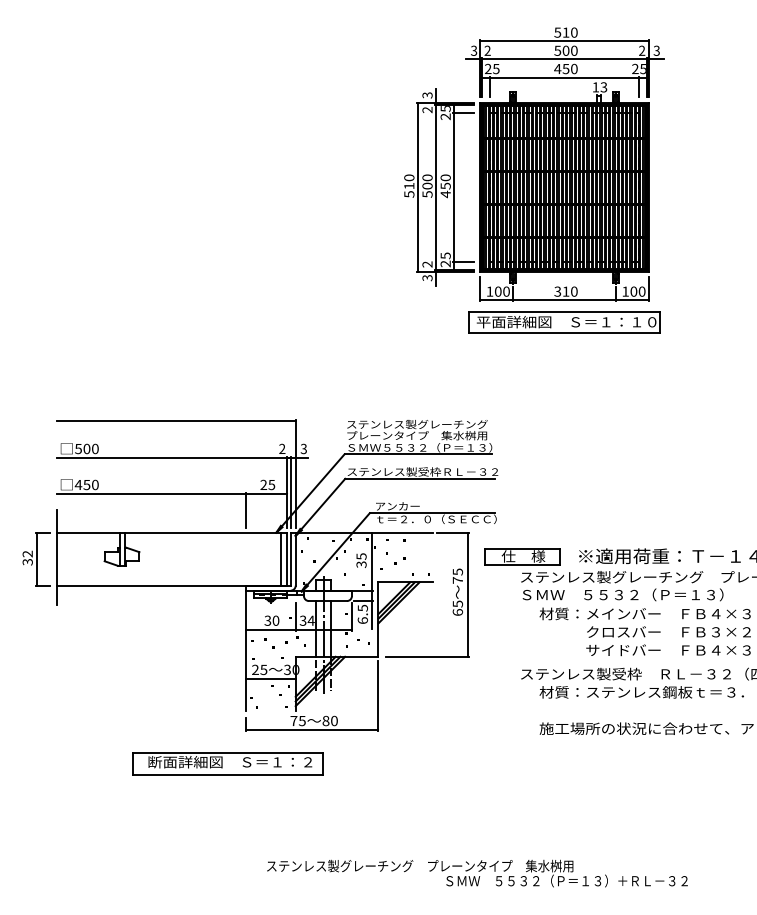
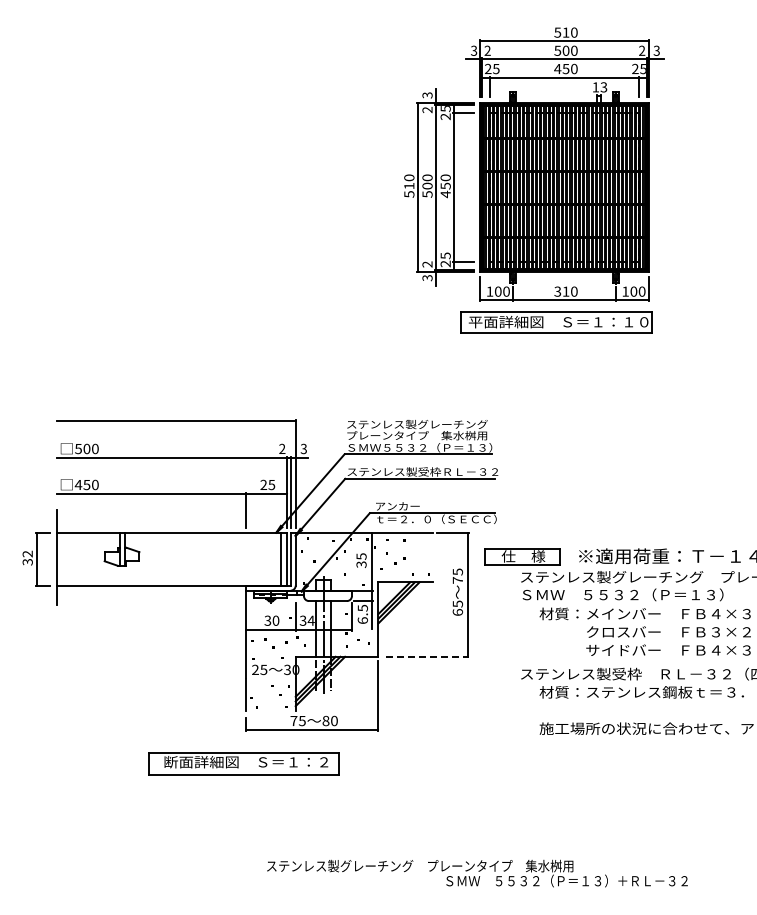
part at (564, 322) position: (564, 322) -> (556, 322)
line at (427, 656): solid -> dashed
line at (270, 678): present -> none
part at (227, 763) position: (227, 763) -> (243, 763)
